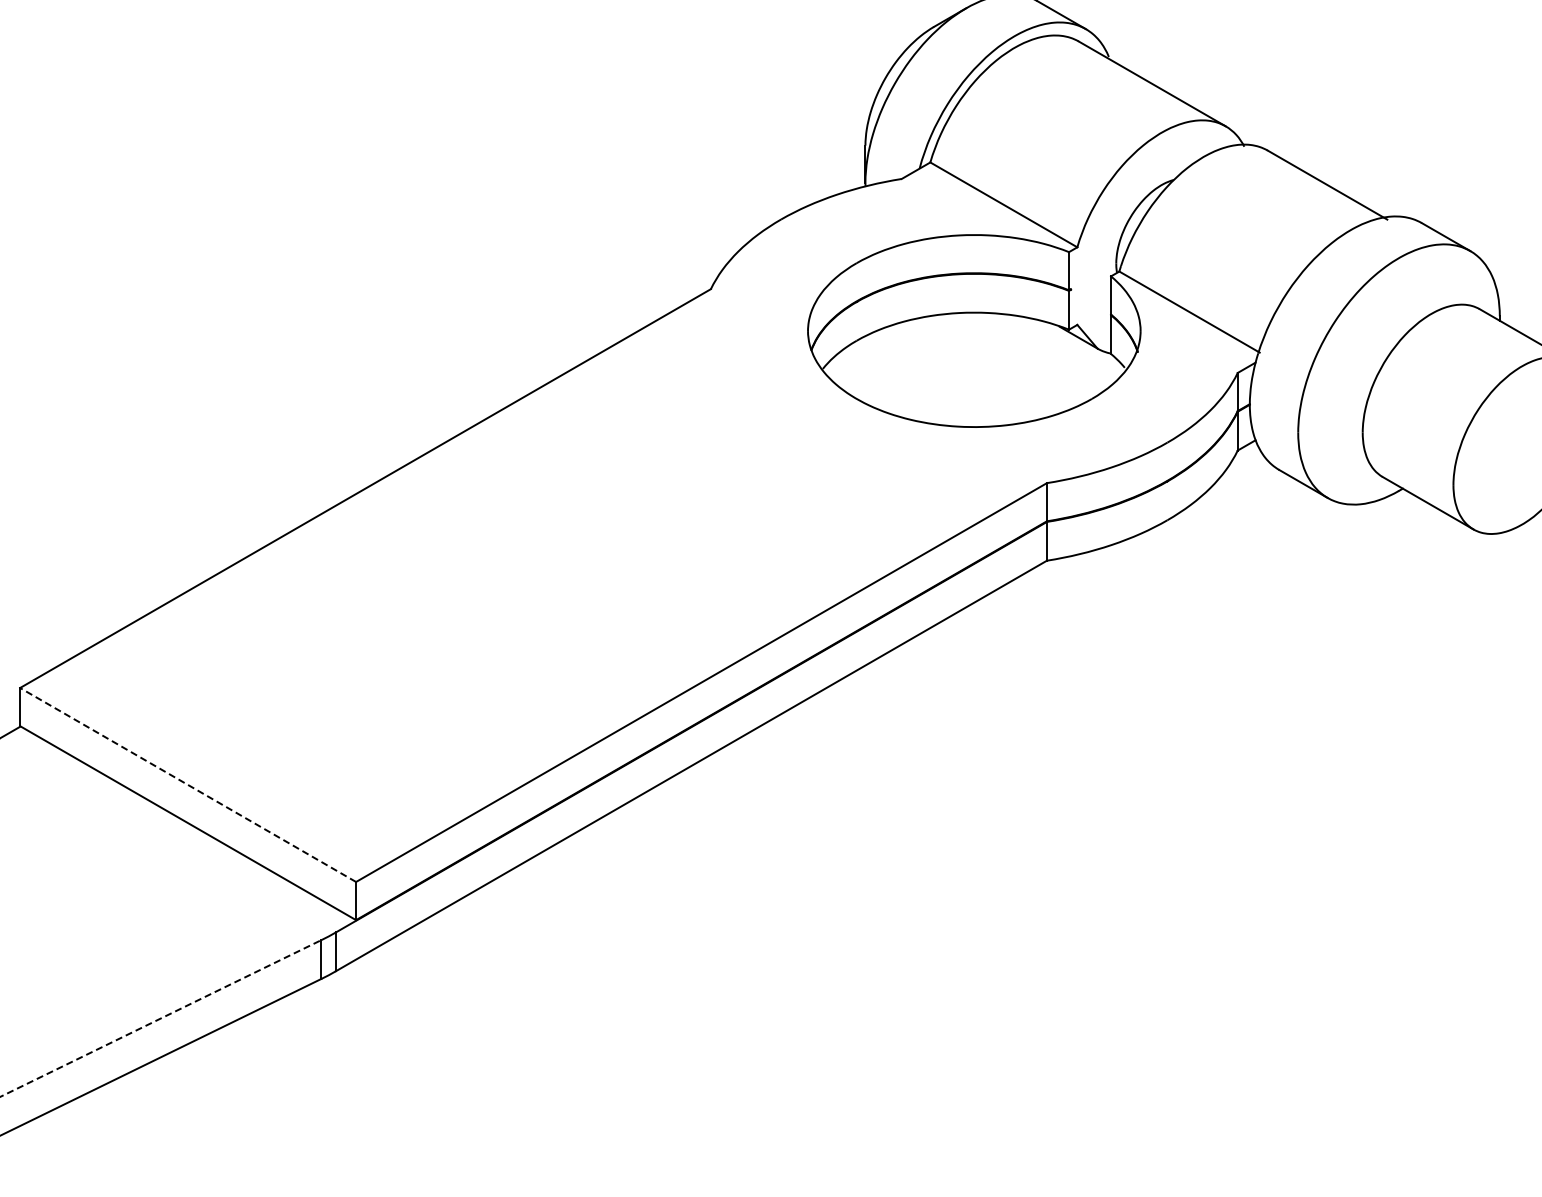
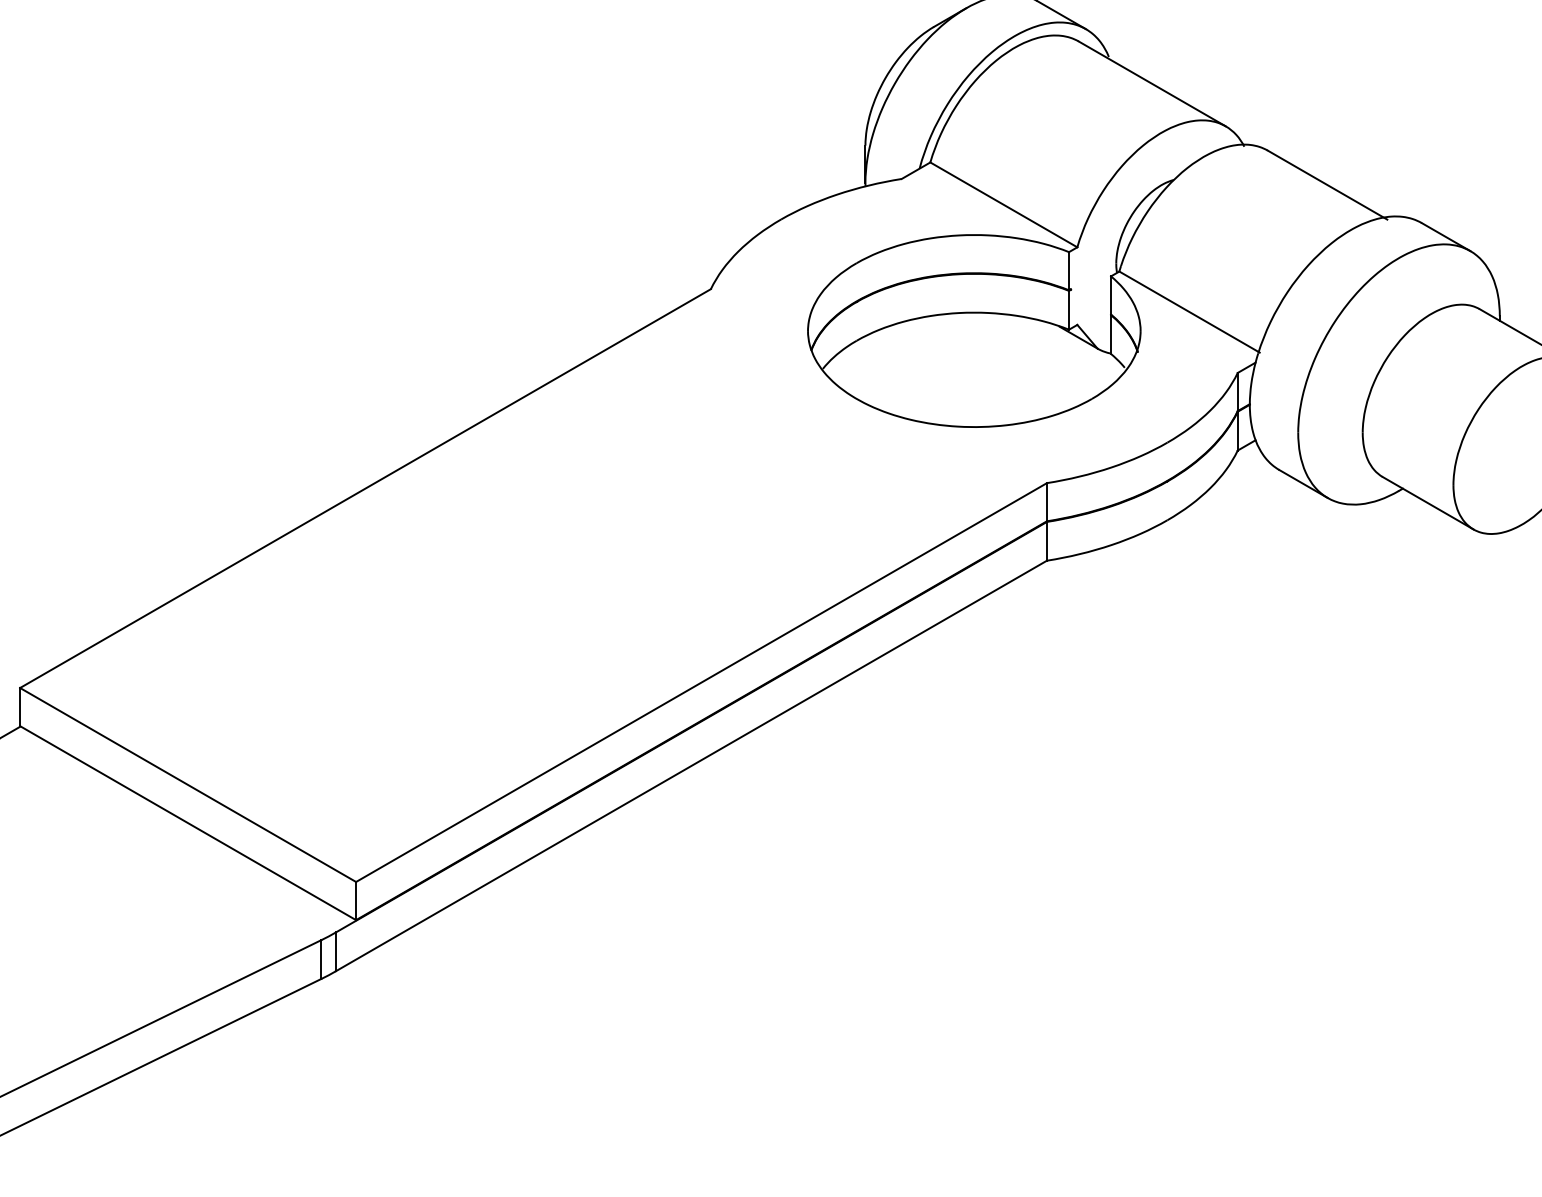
line at (188, 784): dashed -> solid
line at (161, 1018): dashed -> solid
